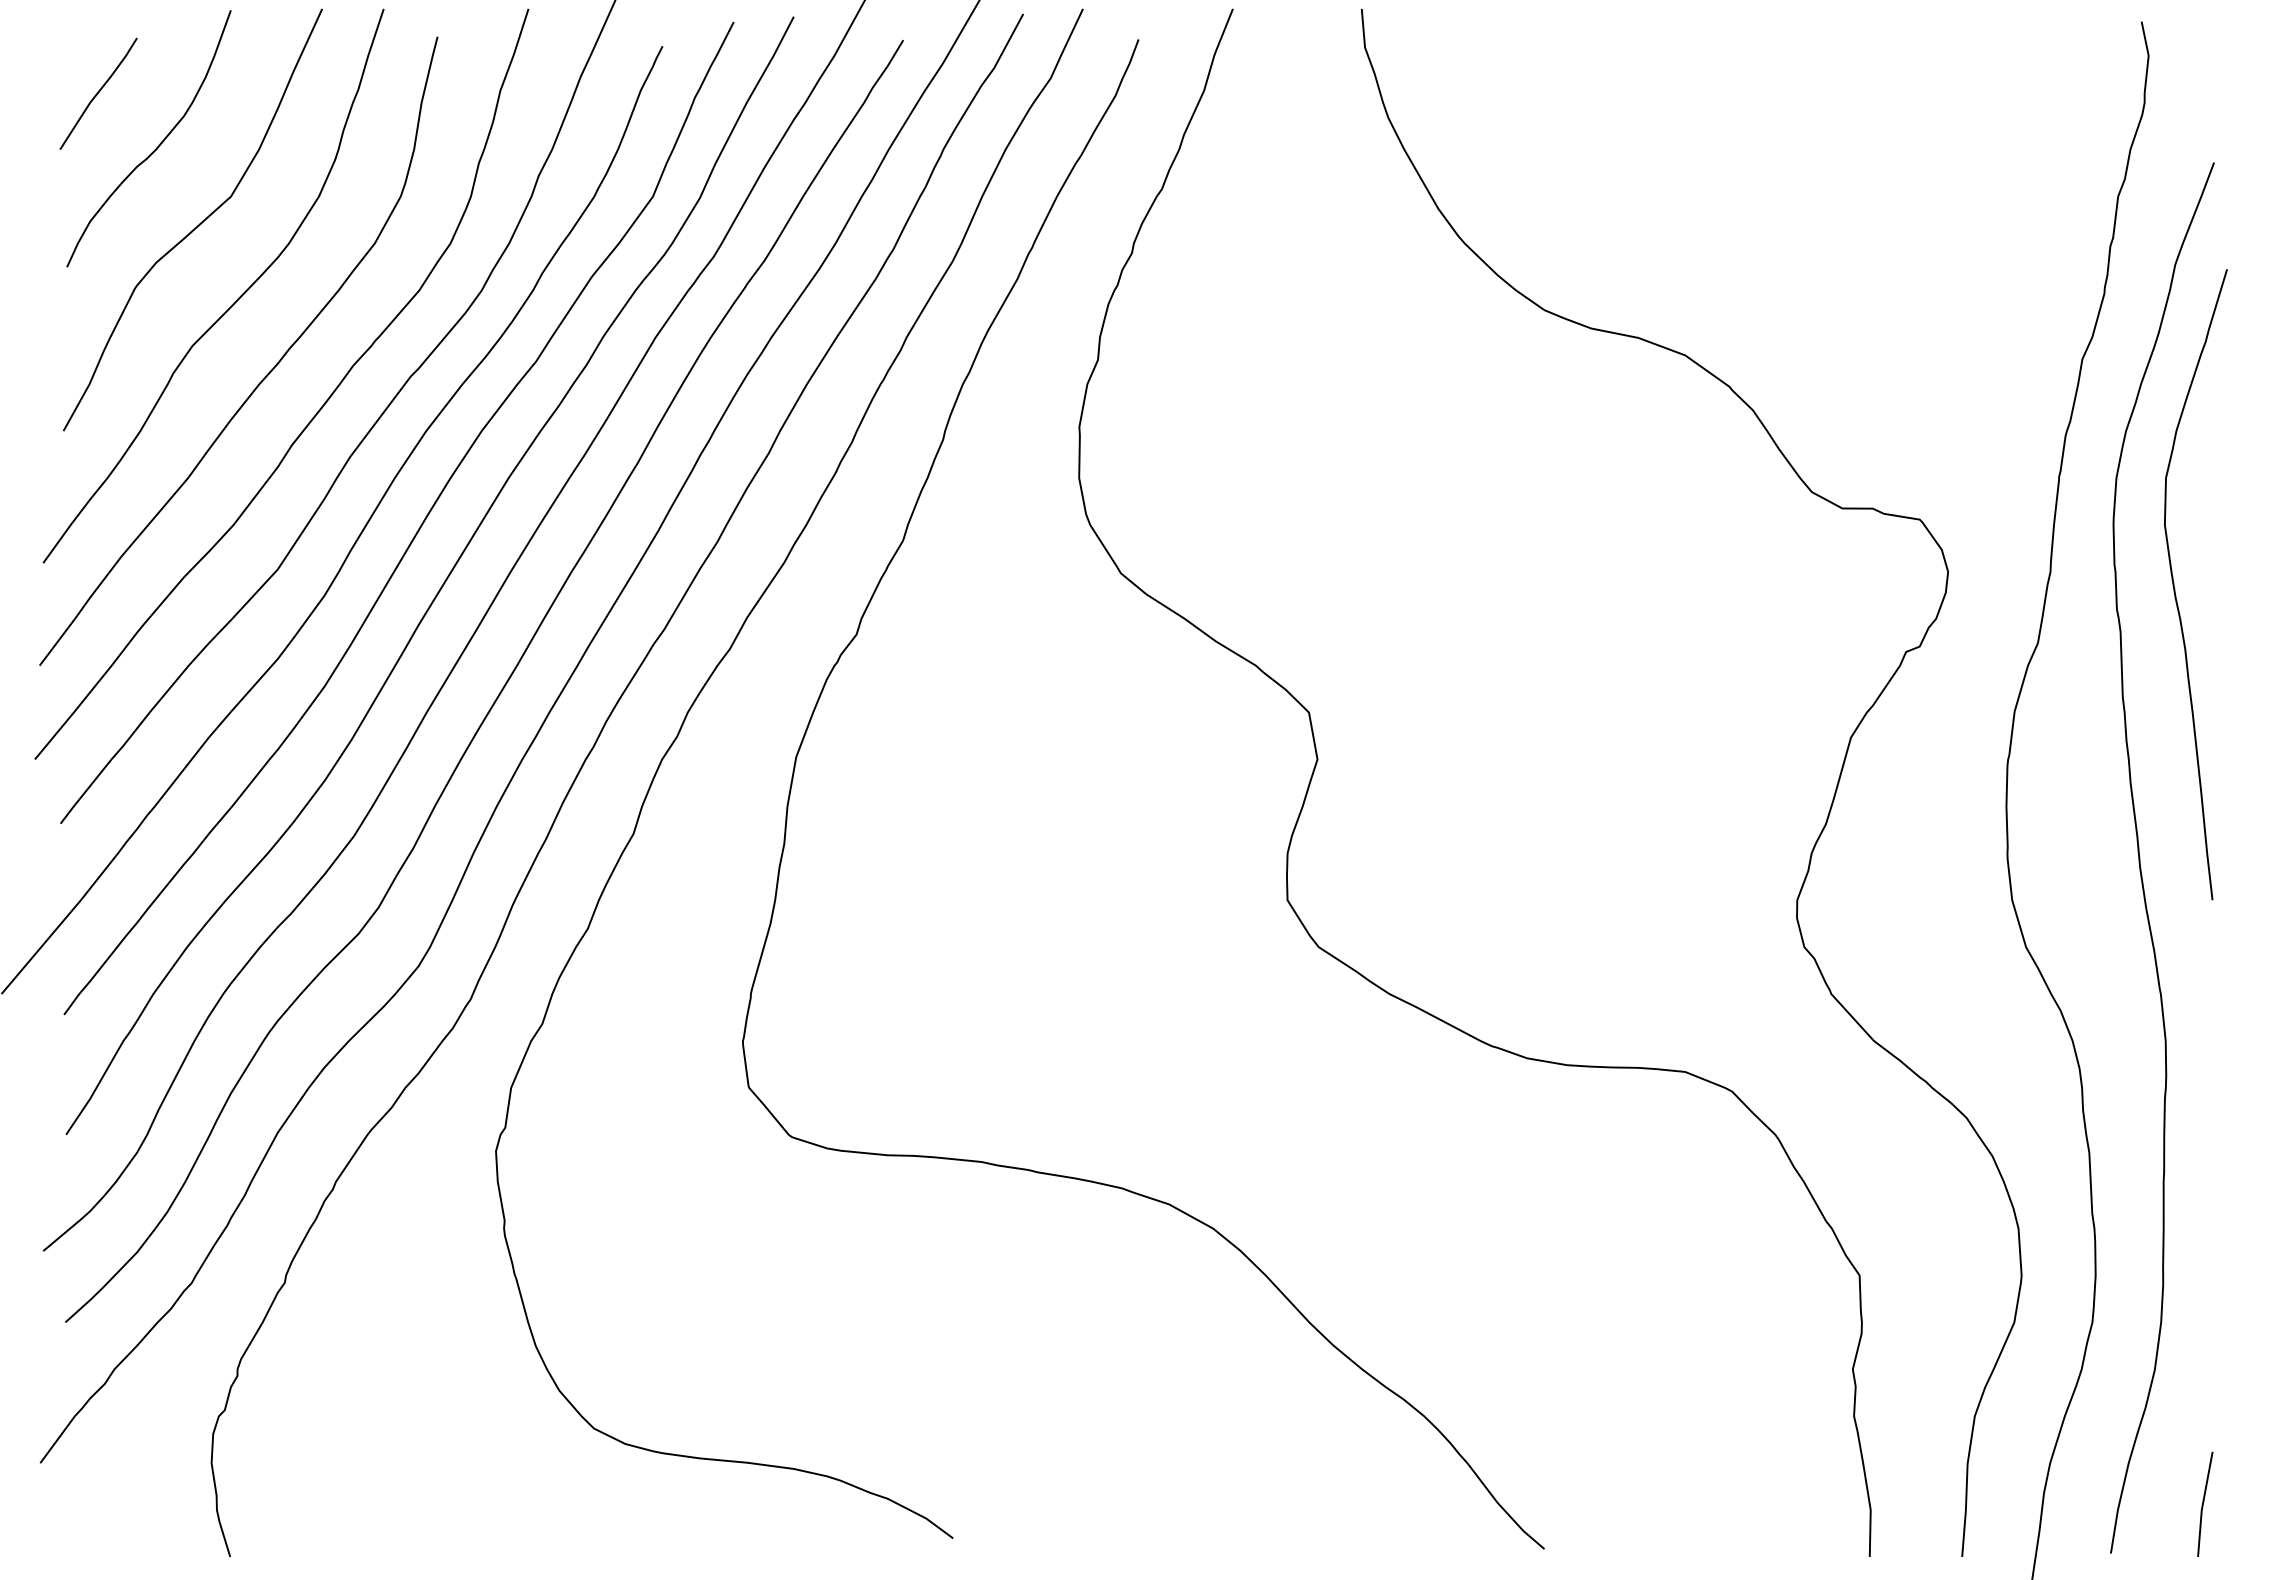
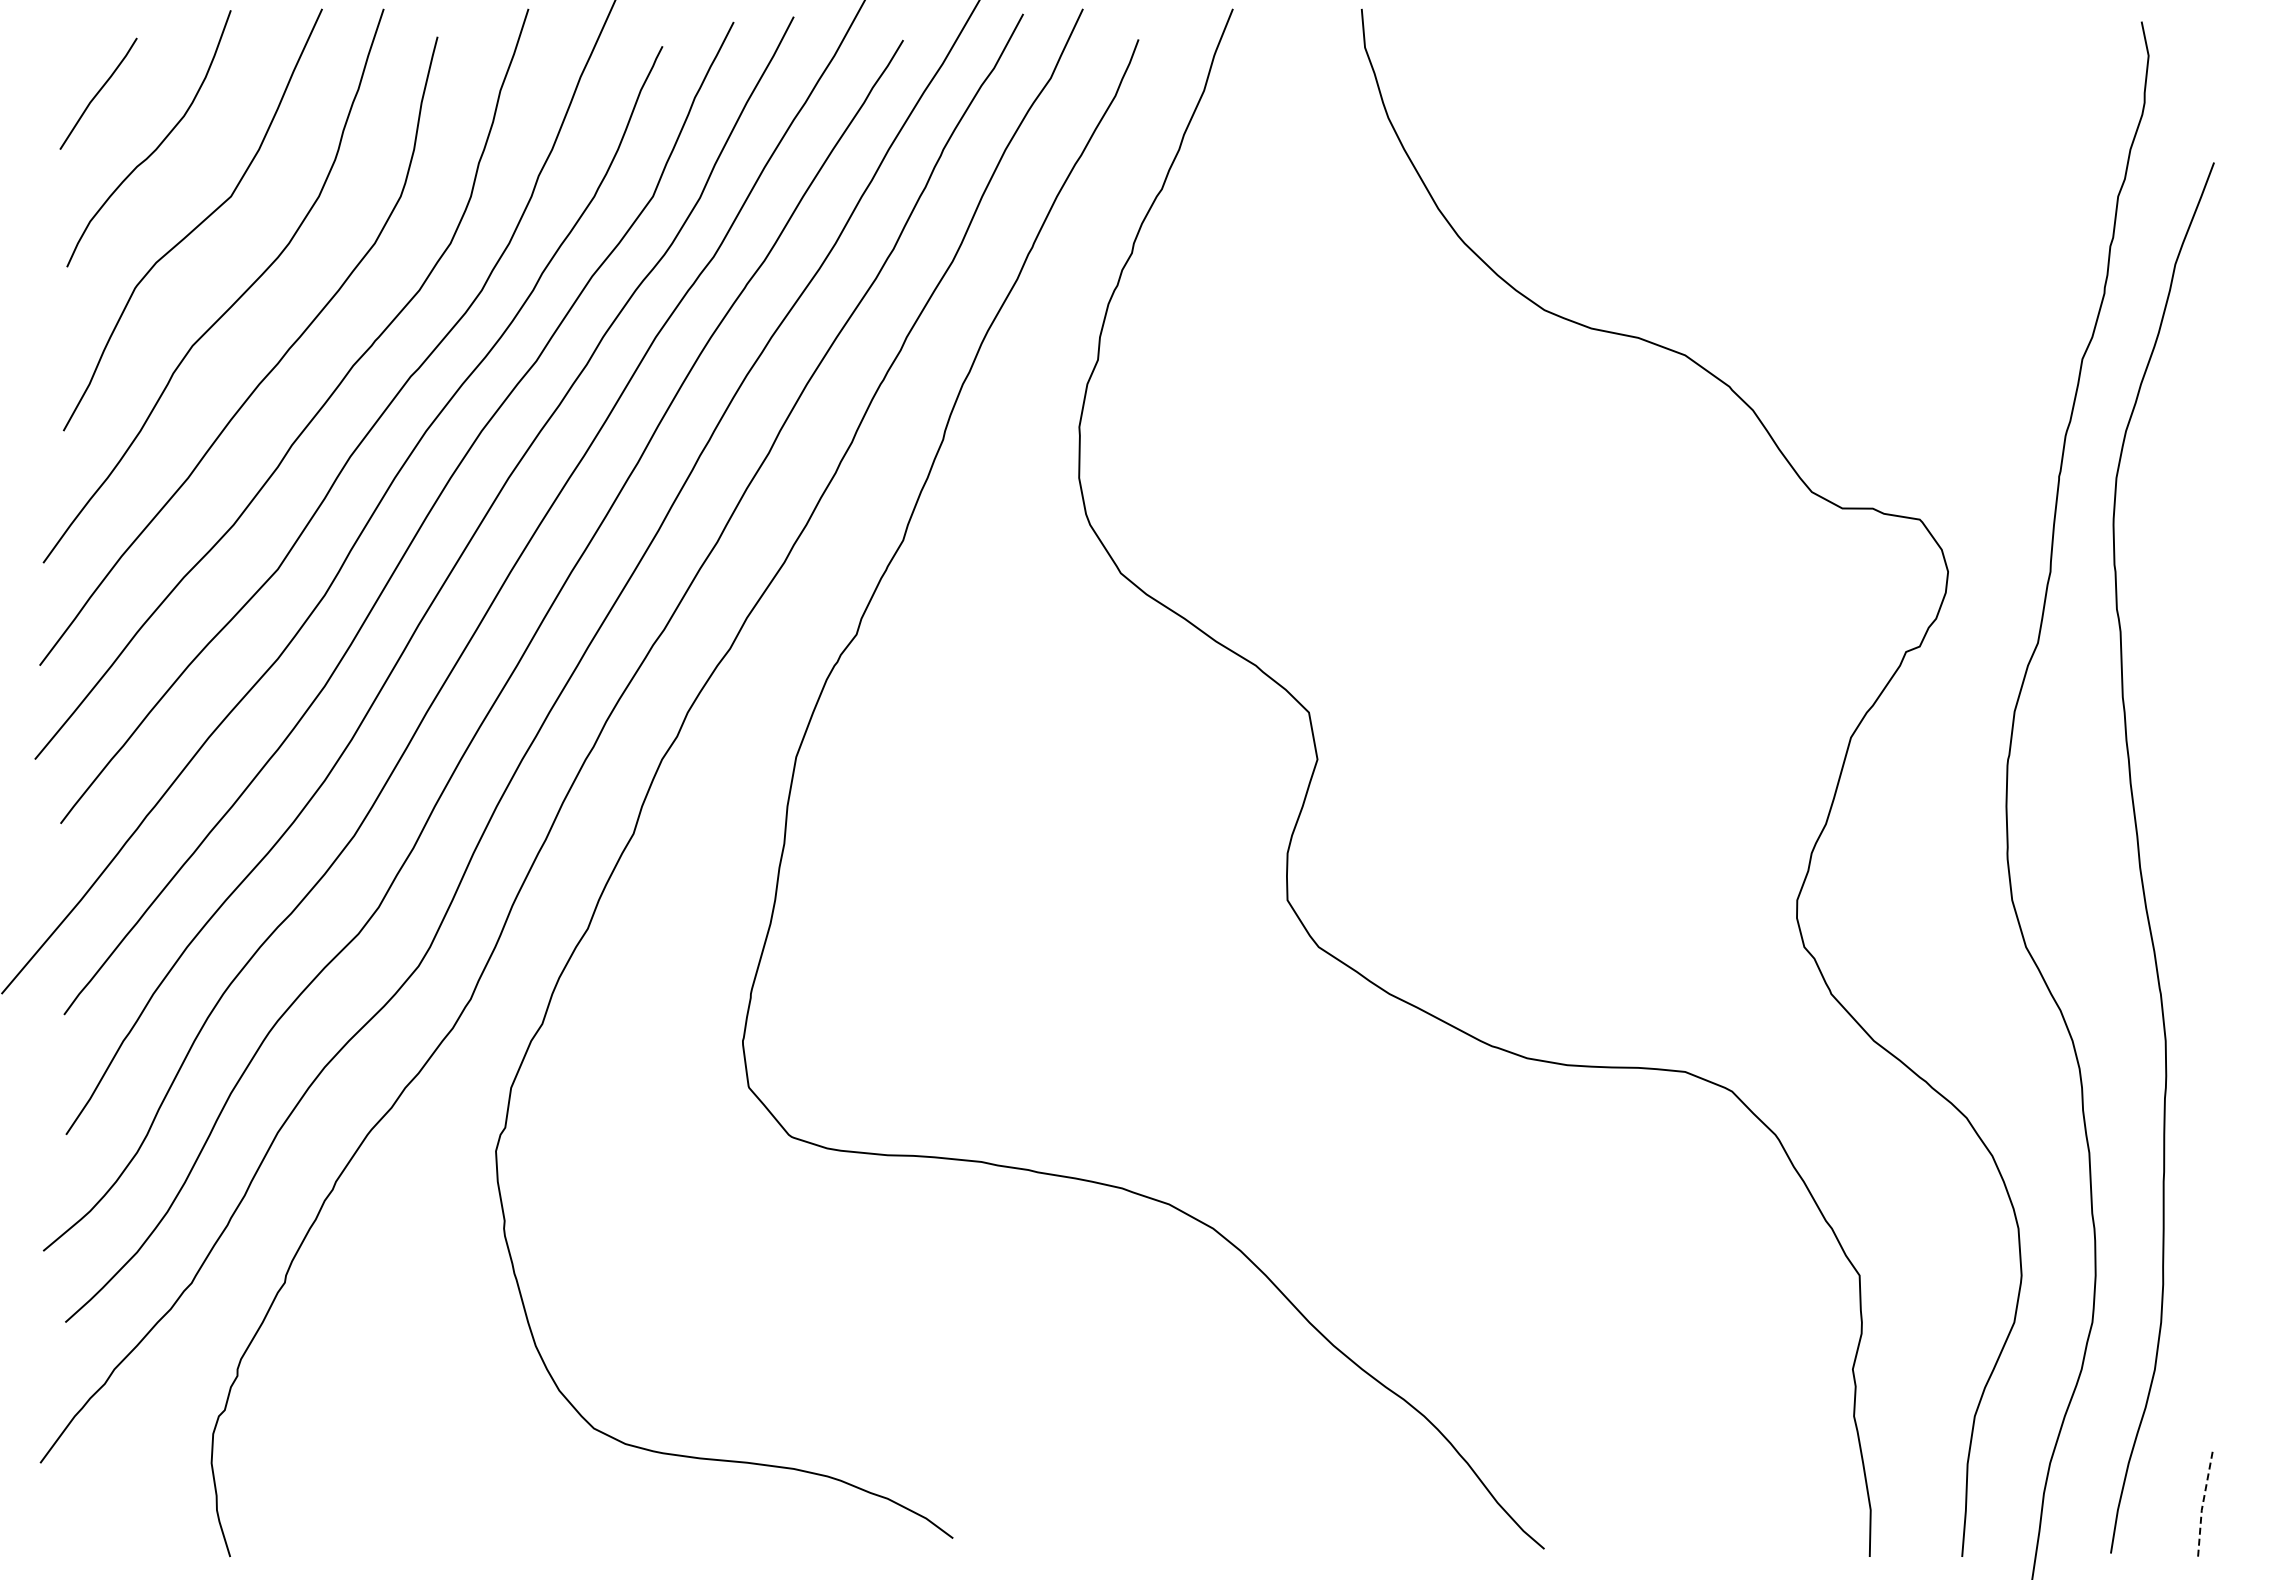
curve at (2175, 589): present -> none
line at (2202, 1505): solid -> dashed
